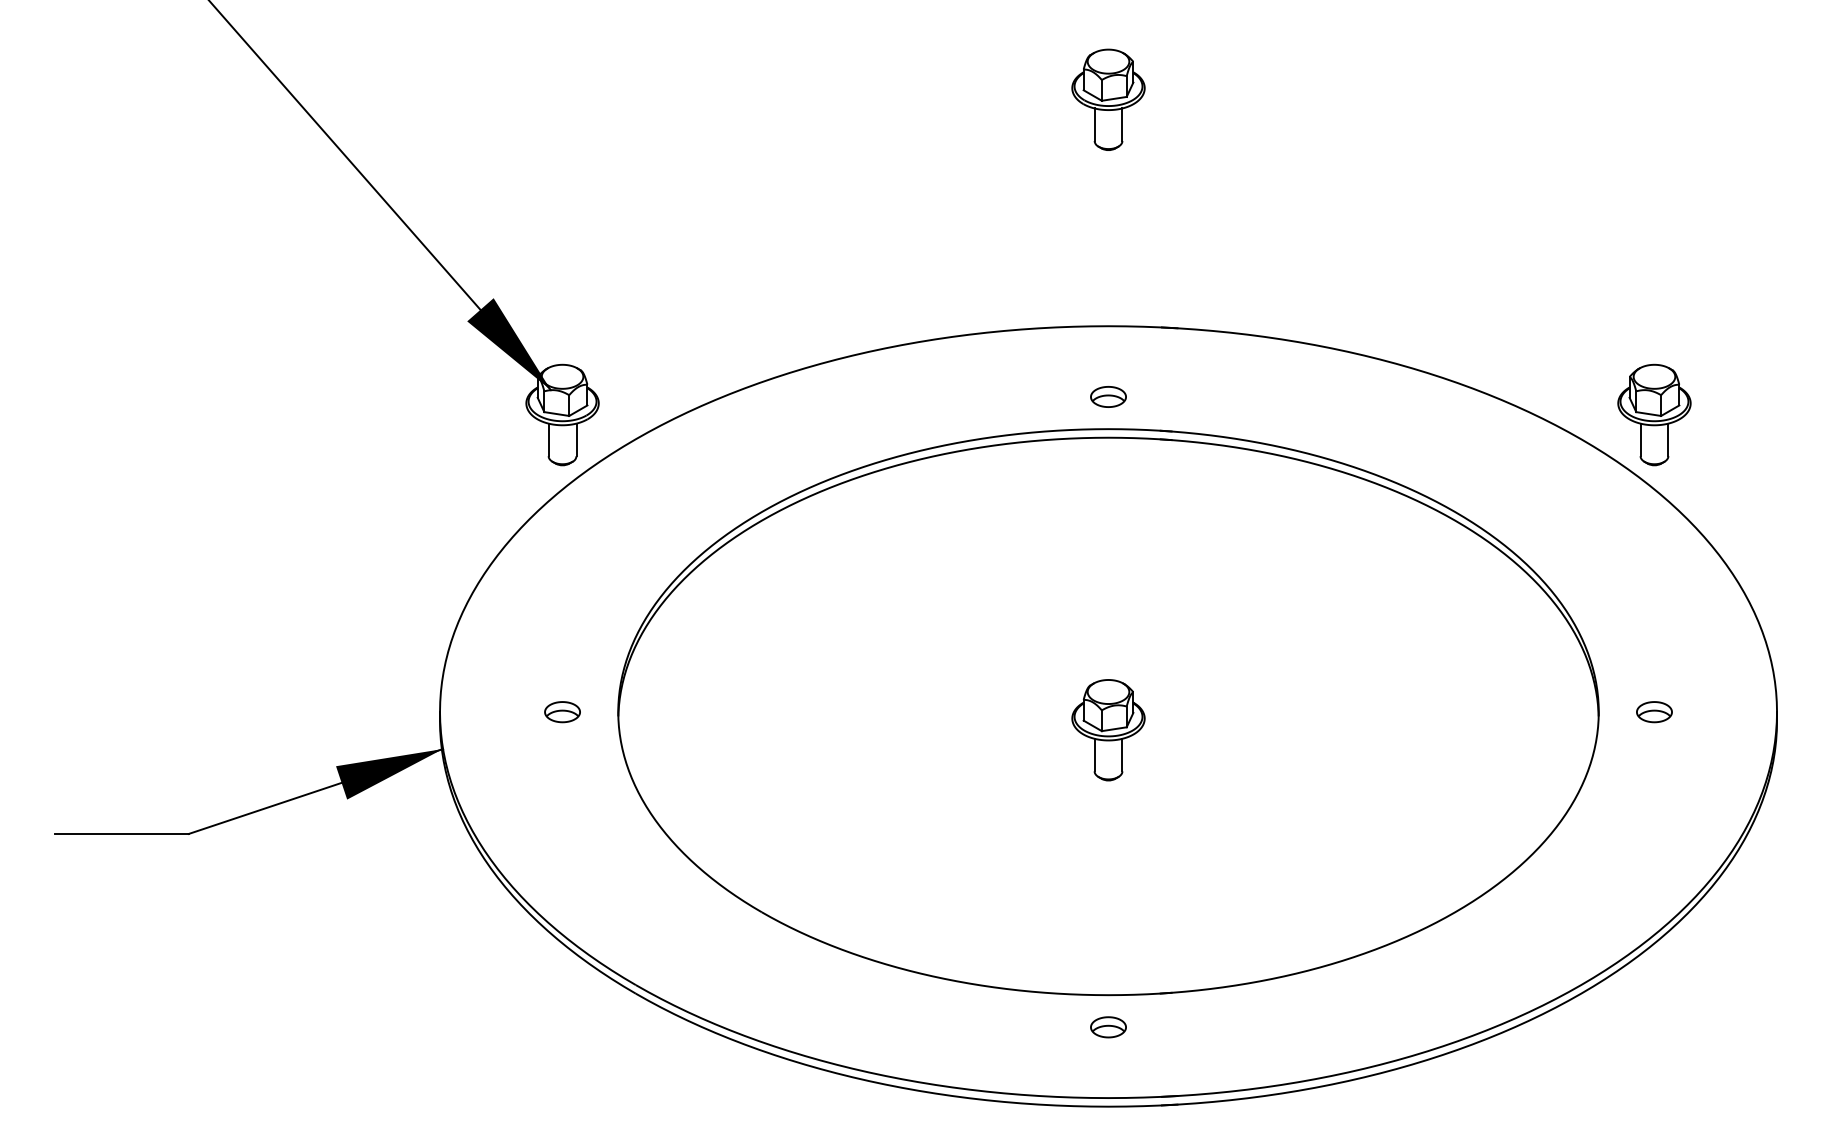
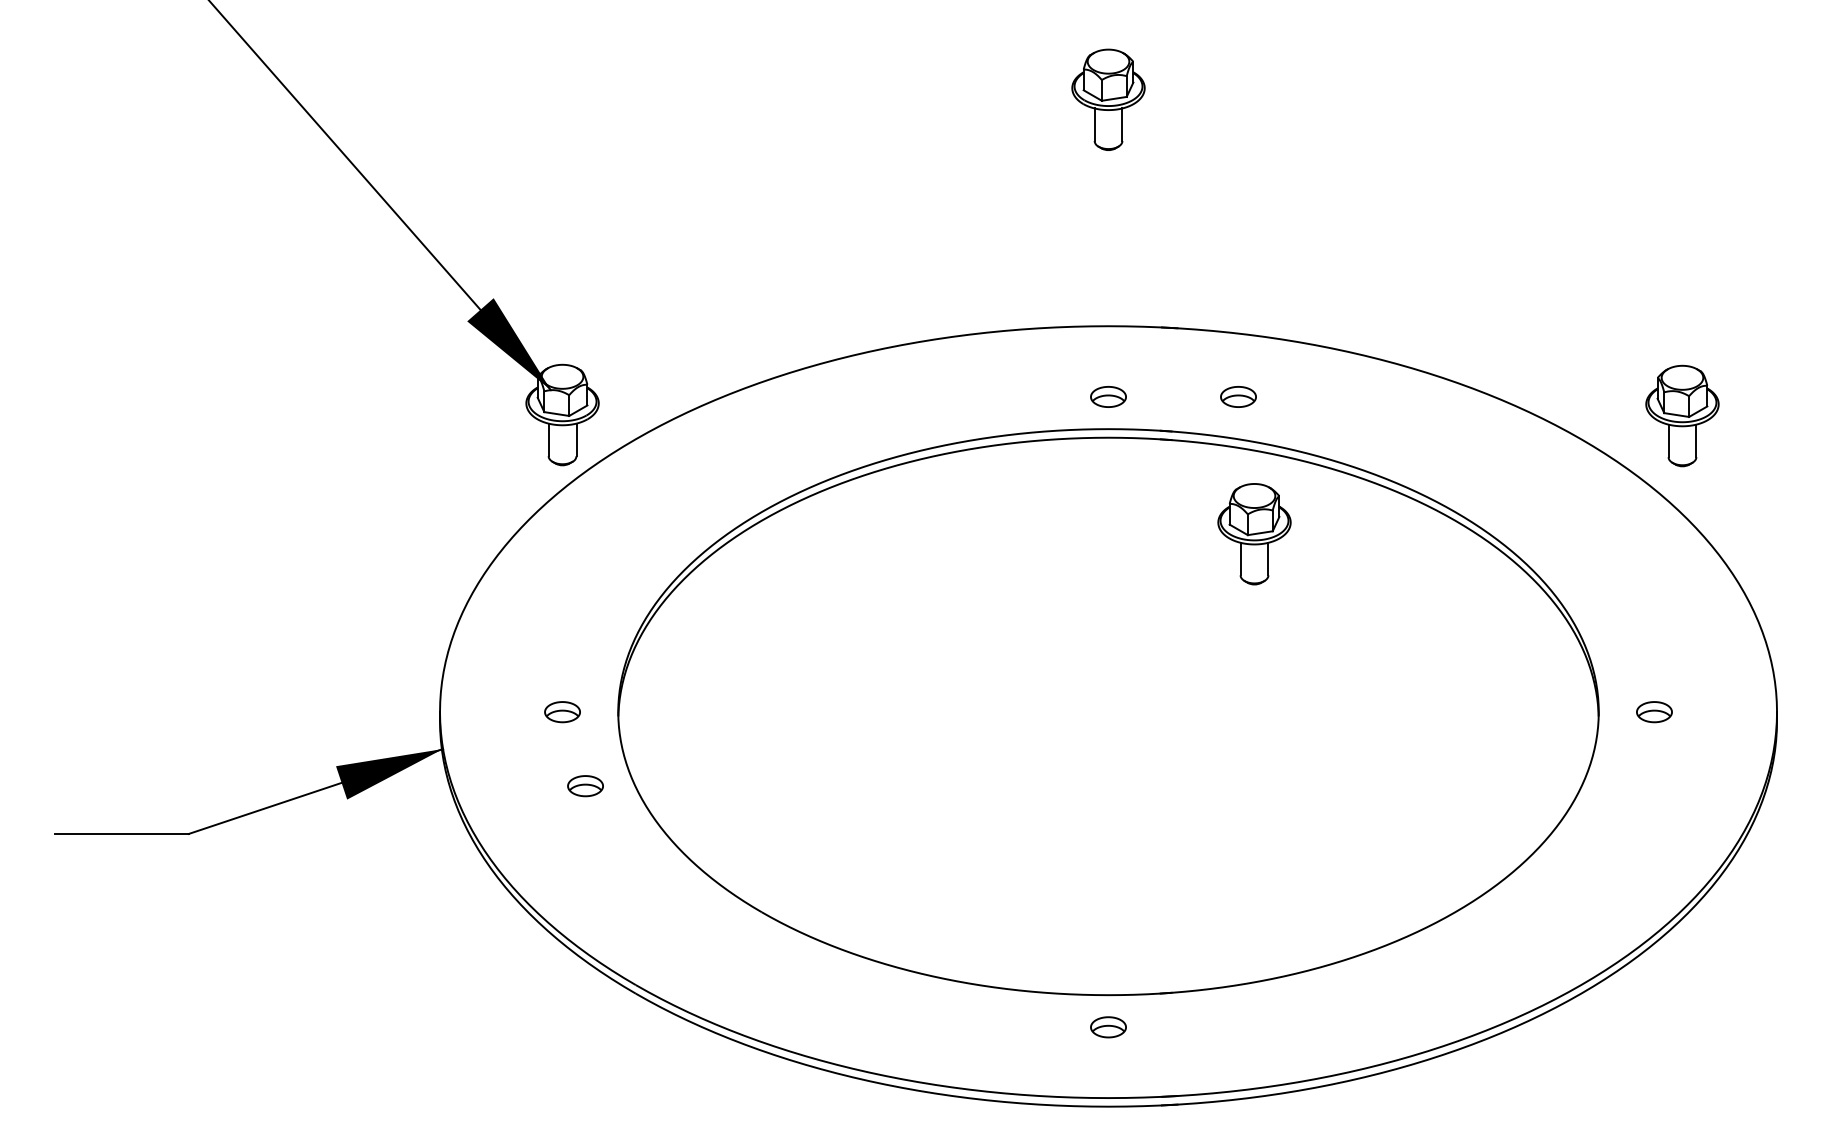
part at (1238, 396): none -> present
part at (1654, 414) position: (1654, 414) -> (1682, 415)
part at (1108, 730) position: (1108, 730) -> (1254, 534)
part at (585, 786): none -> present
